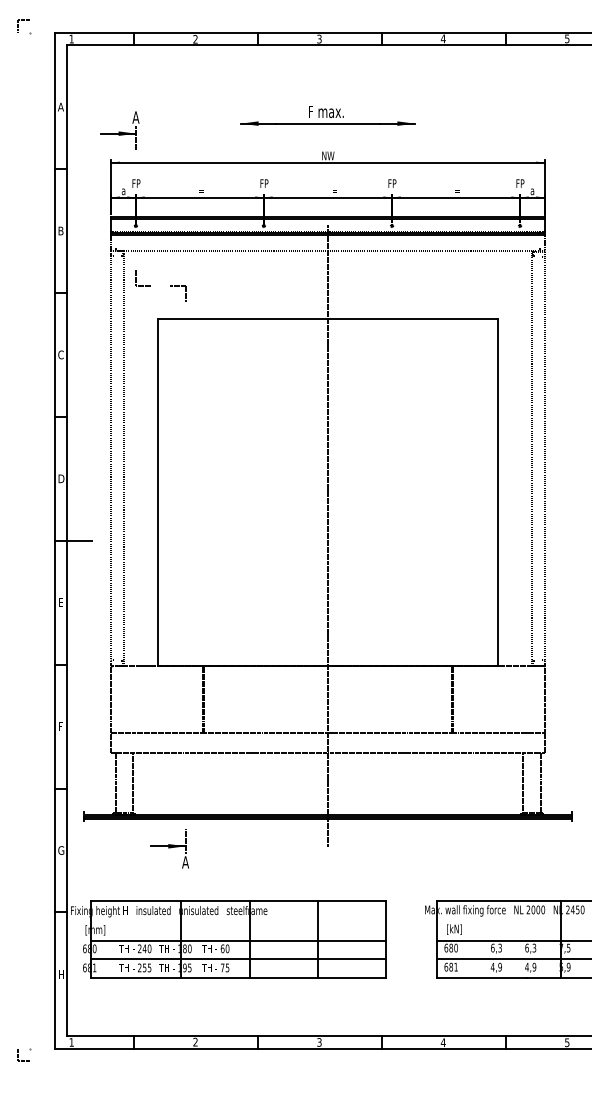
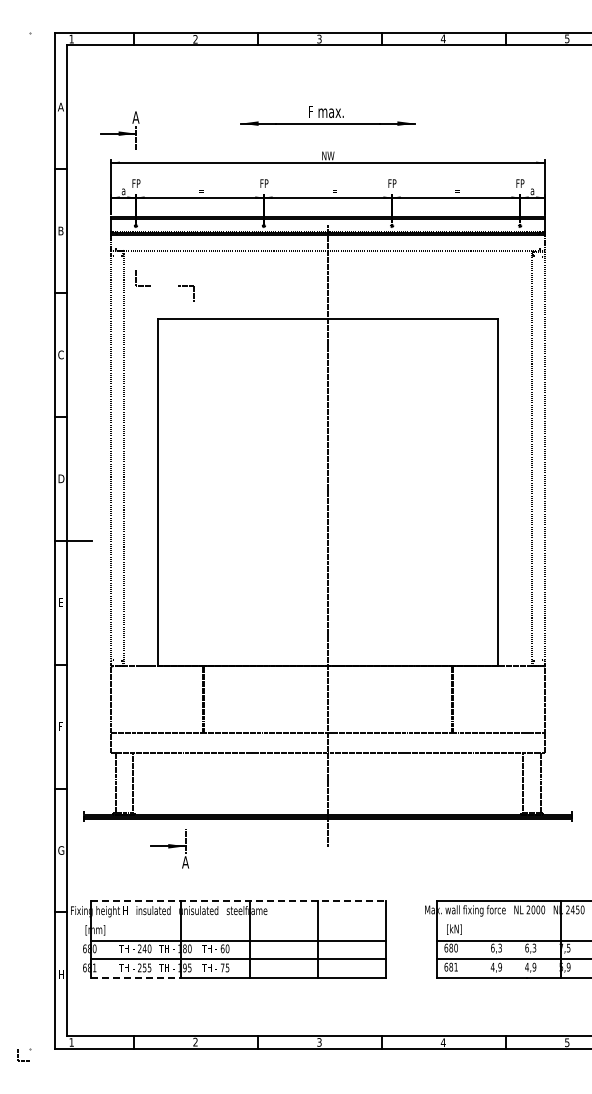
part at (23, 25): present -> none
part at (178, 286) position: (178, 286) -> (186, 286)
line at (238, 900): solid -> dashed
line at (136, 977): solid -> dashed
